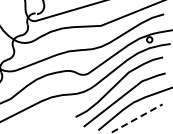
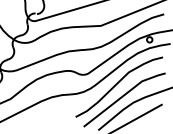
line at (135, 119): dashed -> solid
